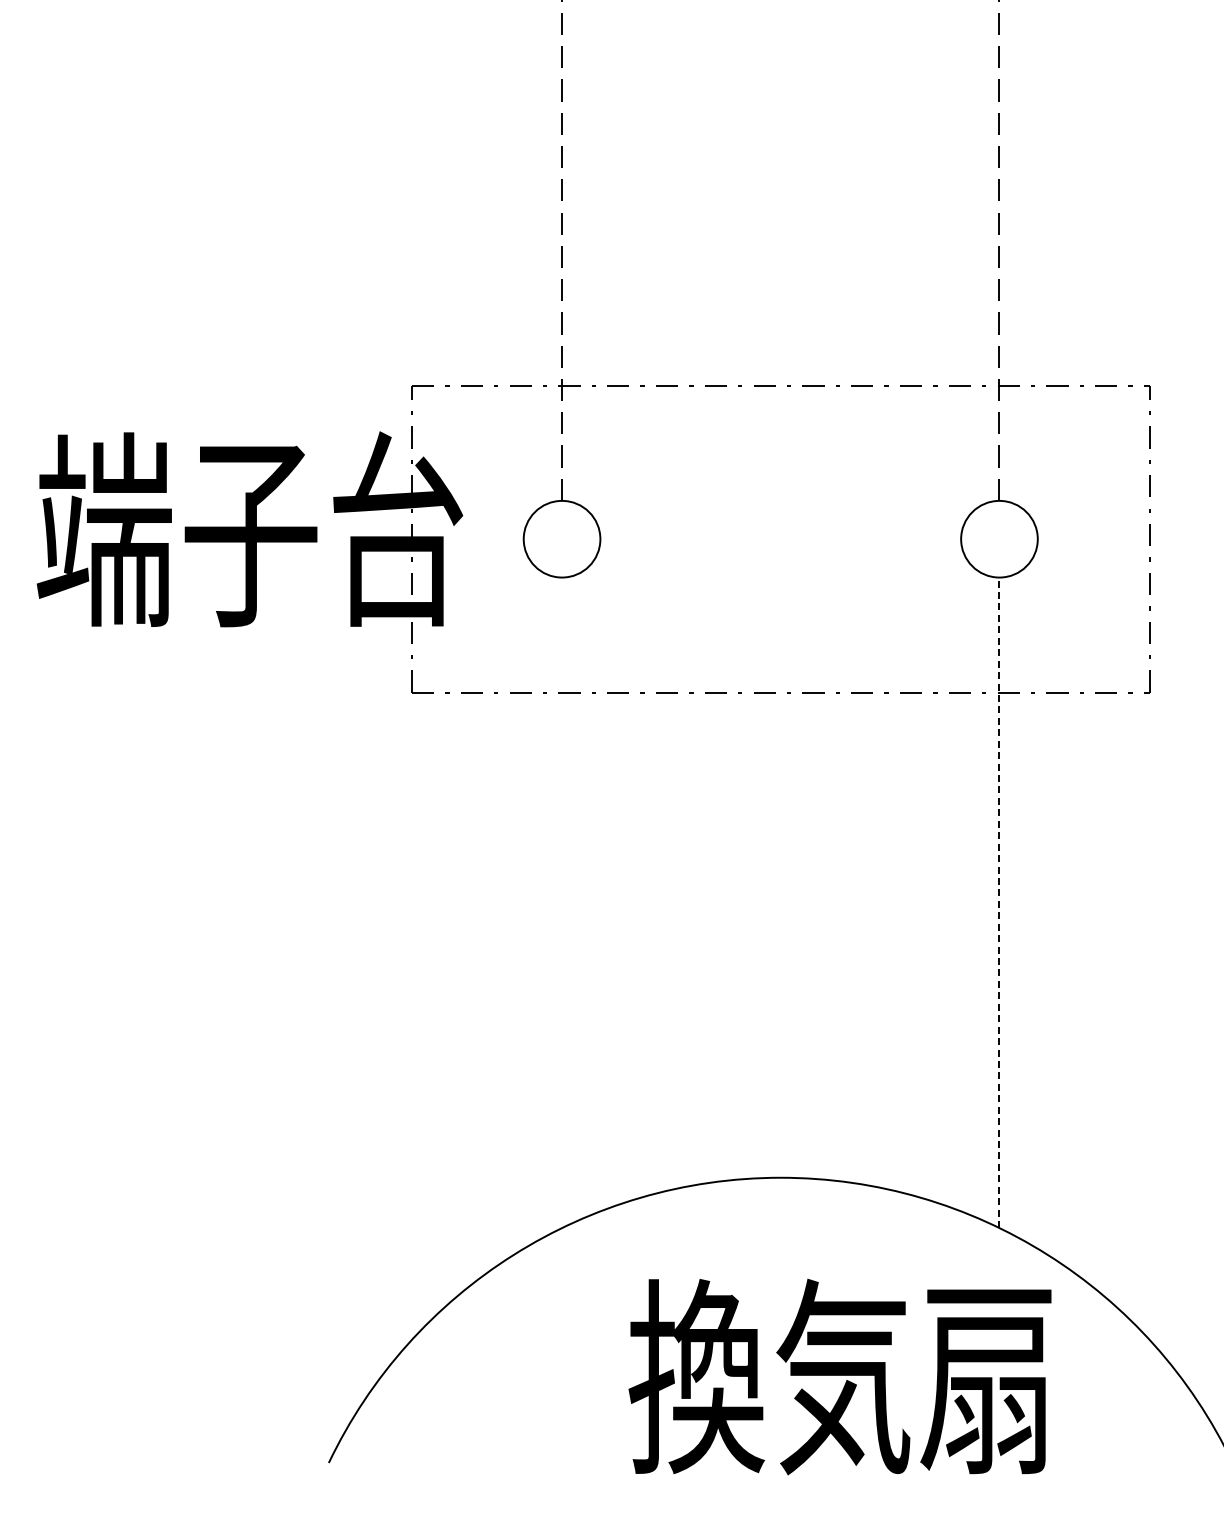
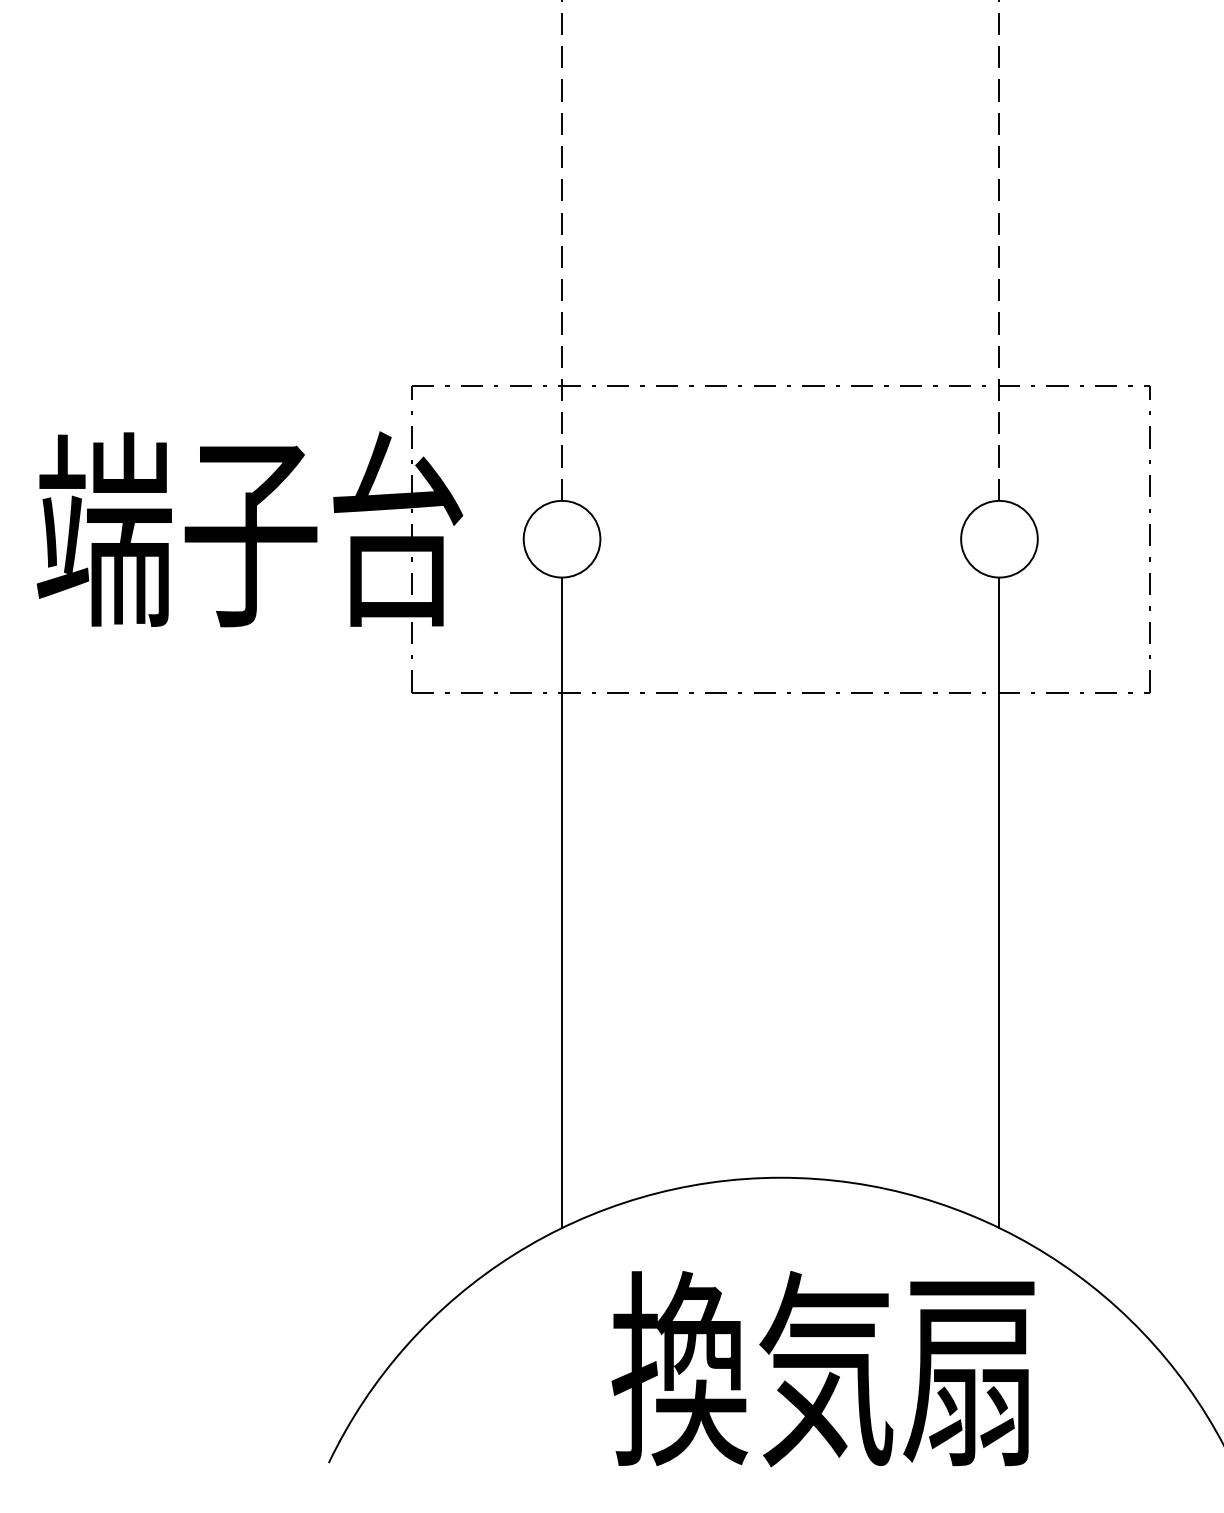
line at (562, 902): none -> present
line at (999, 902): dashed -> solid
text at (839, 1376) position: (839, 1376) -> (822, 1368)
